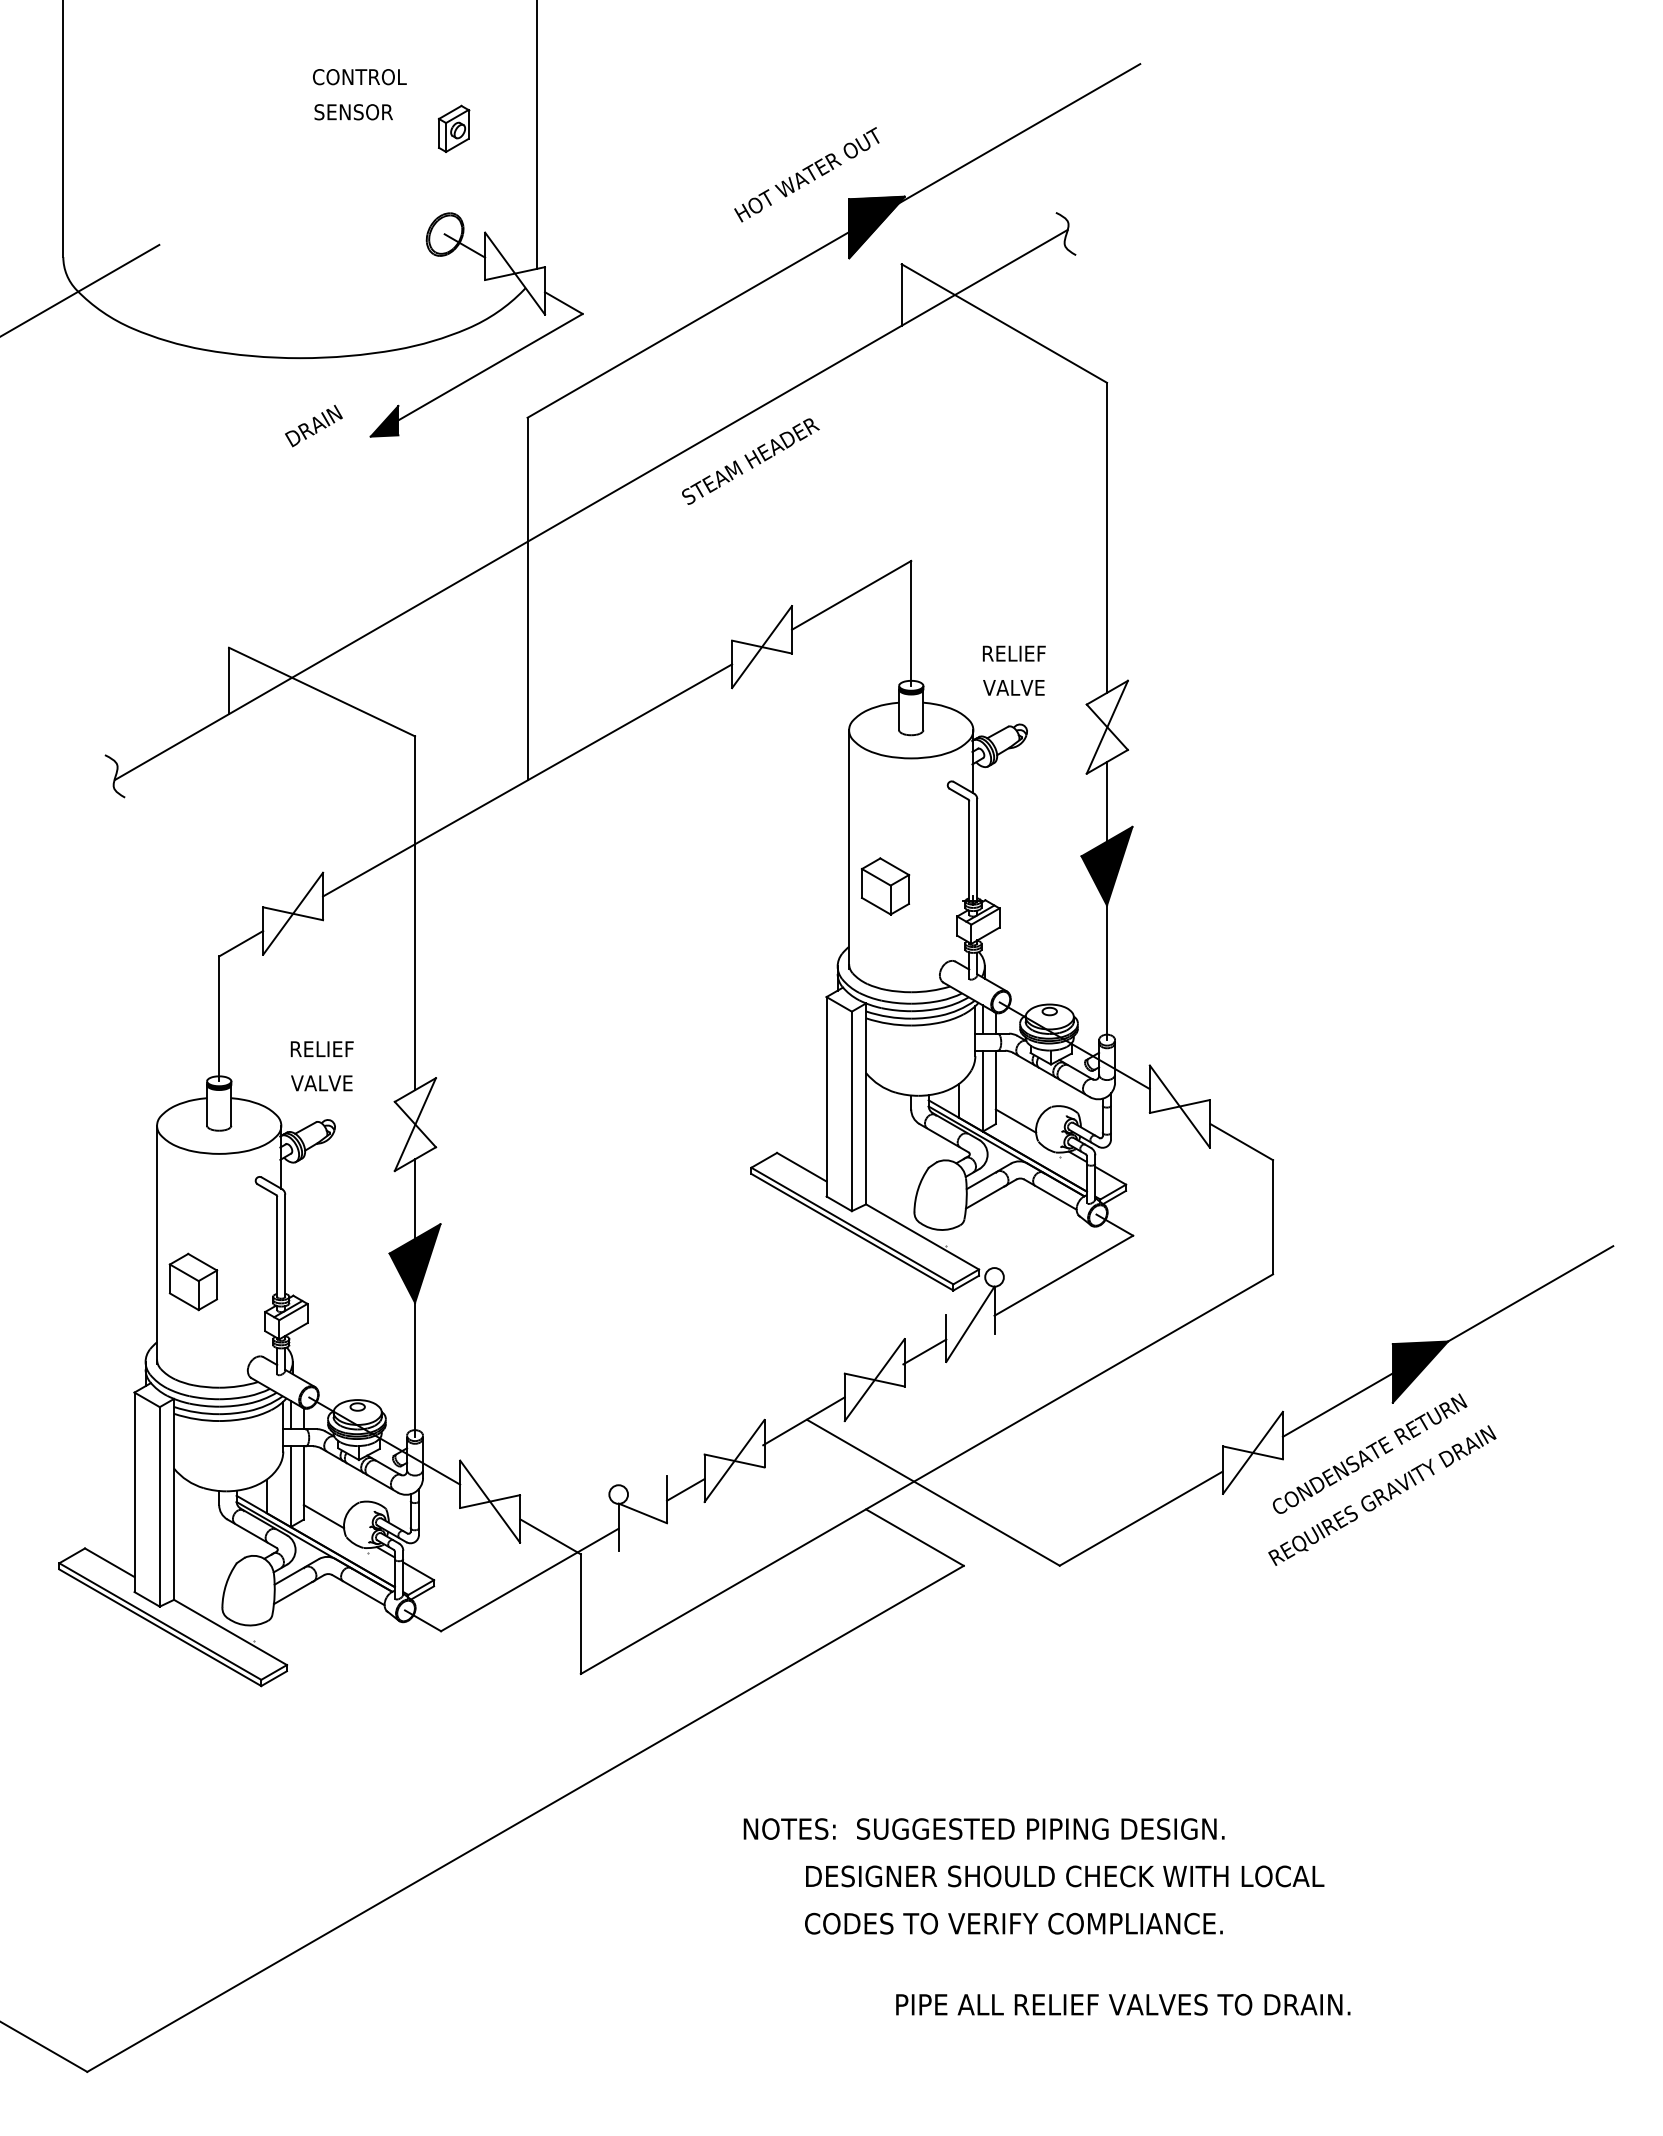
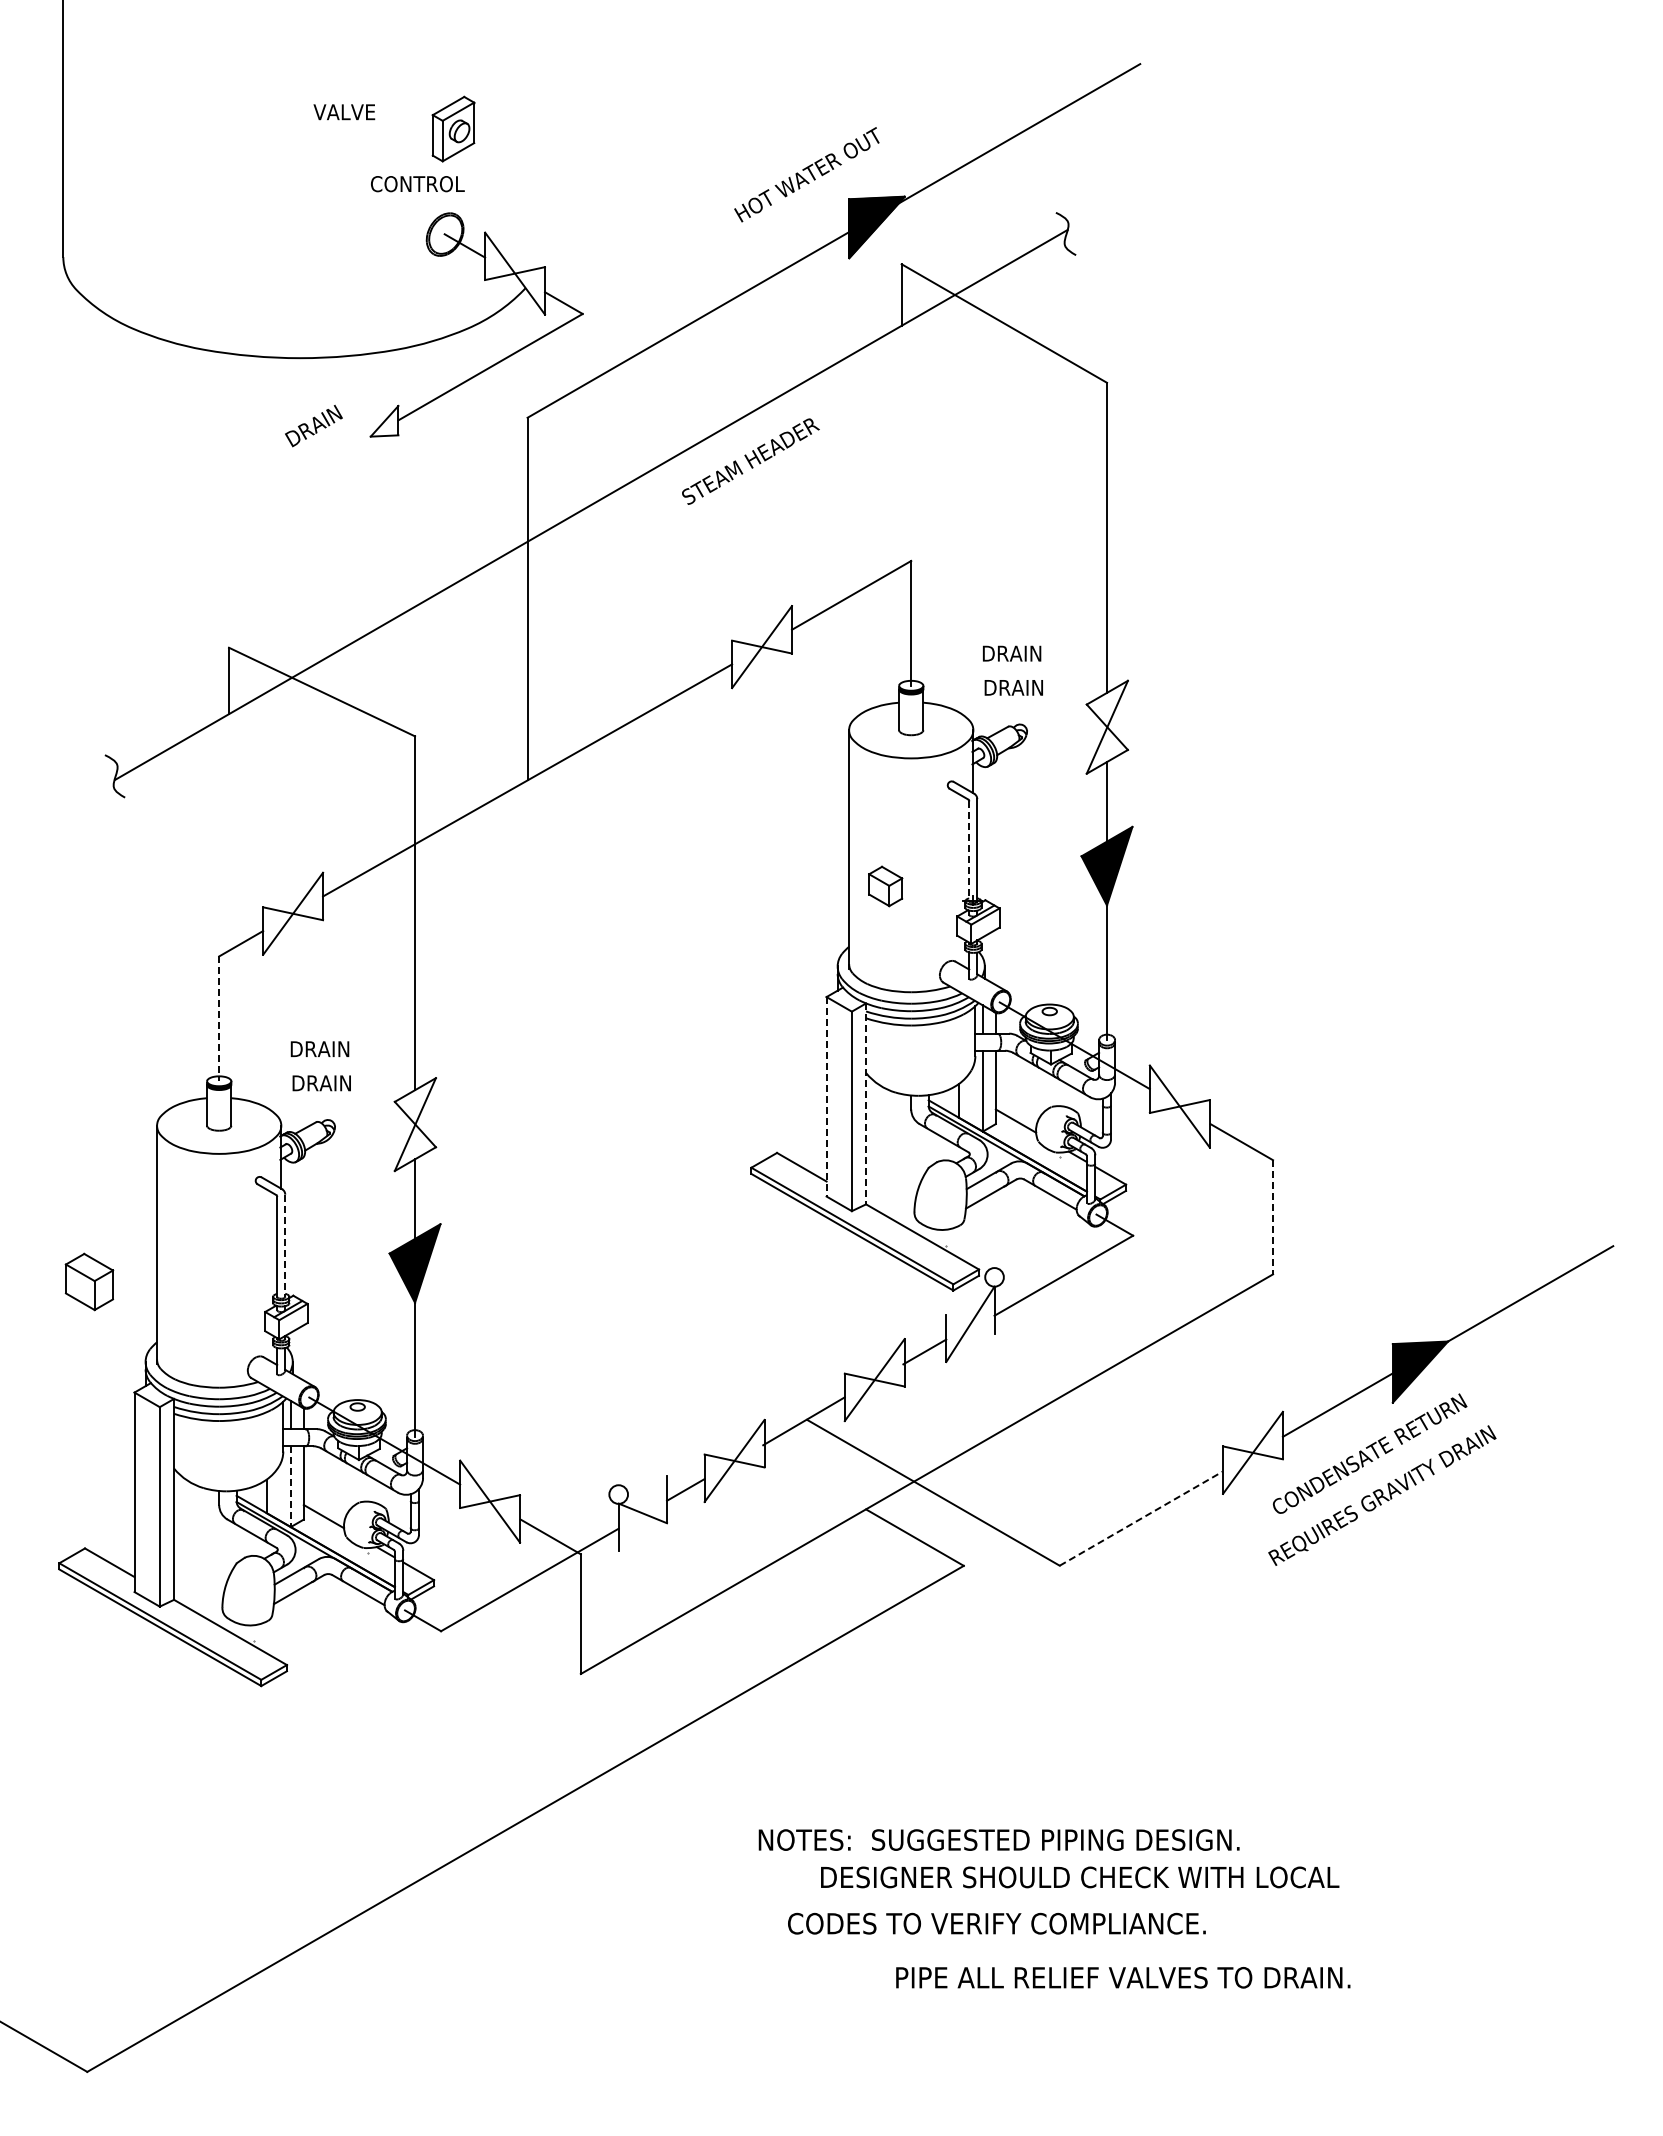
text at (359, 77) position: (359, 77) -> (417, 184)
text at (352, 112): SENSOR -> VALVE
part at (454, 128) size: 33x49 px -> 45x68 px
line at (537, 135): present -> none
line at (80, 289): present -> none
fill at (384, 420): present -> none
text at (1014, 653): RELIEF -> DRAIN
text at (1013, 687): VALVE -> DRAIN
line at (969, 851): solid -> dashed
part at (885, 886) size: 50x59 px -> 36x43 px
line at (219, 1019): solid -> dashed
text at (322, 1049): RELIEF -> DRAIN
text at (321, 1083): VALVE -> DRAIN
line at (826, 1096): solid -> dashed
line at (866, 1104): solid -> dashed
line at (1273, 1217): solid -> dashed
line at (285, 1246): solid -> dashed
part at (193, 1281) position: (193, 1281) -> (89, 1281)
line at (290, 1487): solid -> dashed
line at (1141, 1518): solid -> dashed
text at (983, 1828) position: (983, 1828) -> (998, 1839)
text at (1065, 1876) position: (1065, 1876) -> (1080, 1877)
text at (1013, 1923) position: (1013, 1923) -> (996, 1923)
text at (1123, 2004) position: (1123, 2004) -> (1123, 1977)
